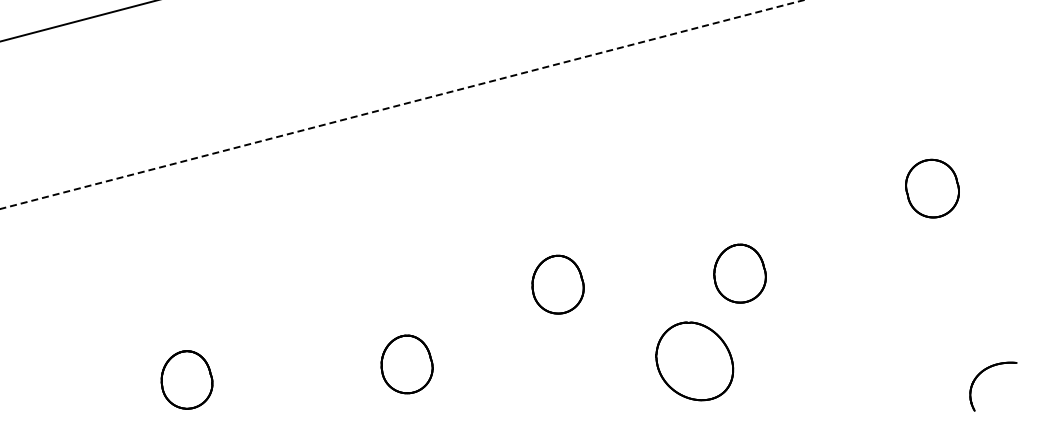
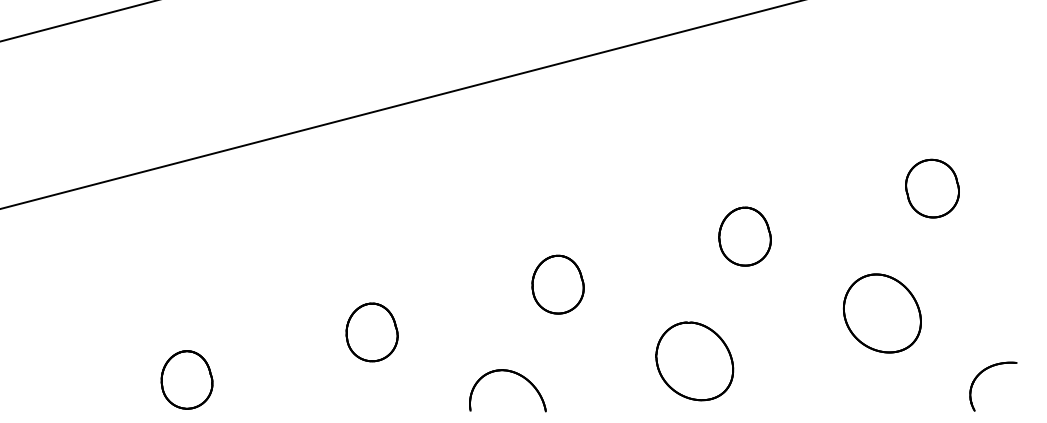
line at (402, 104): dashed -> solid
part at (739, 273) position: (739, 273) -> (744, 236)
part at (882, 313): none -> present
part at (406, 364) position: (406, 364) -> (371, 332)
part at (513, 373): none -> present
